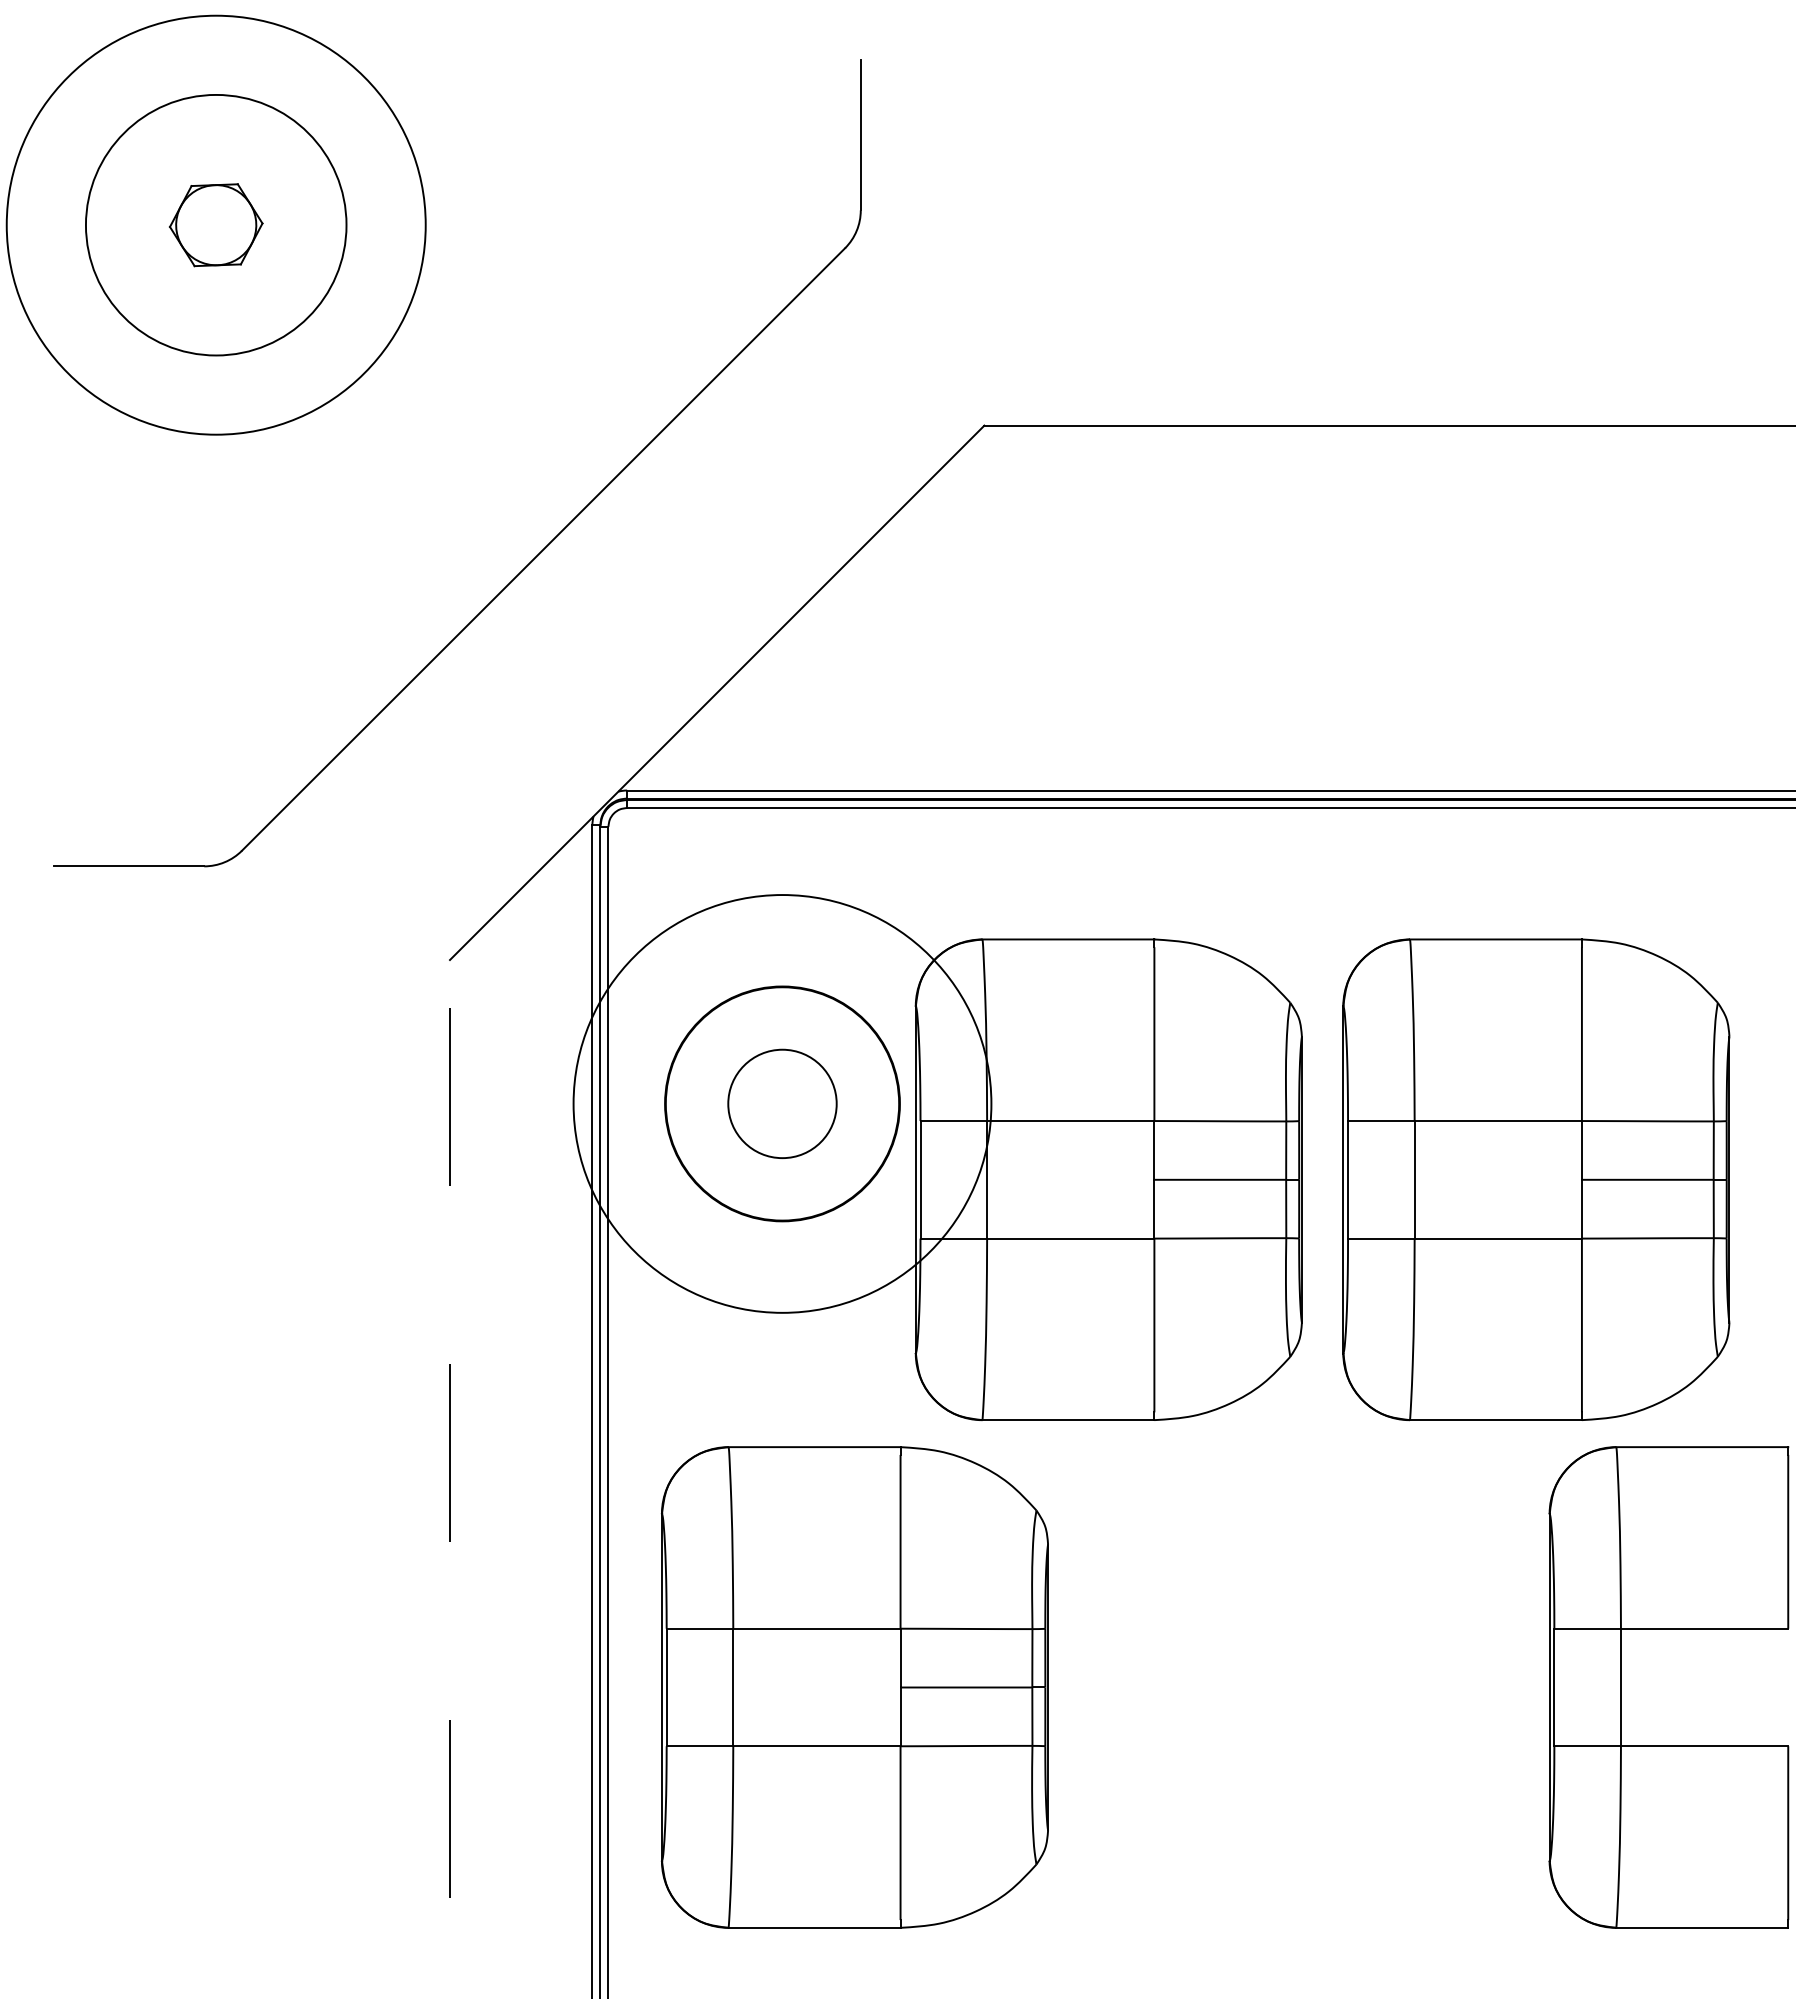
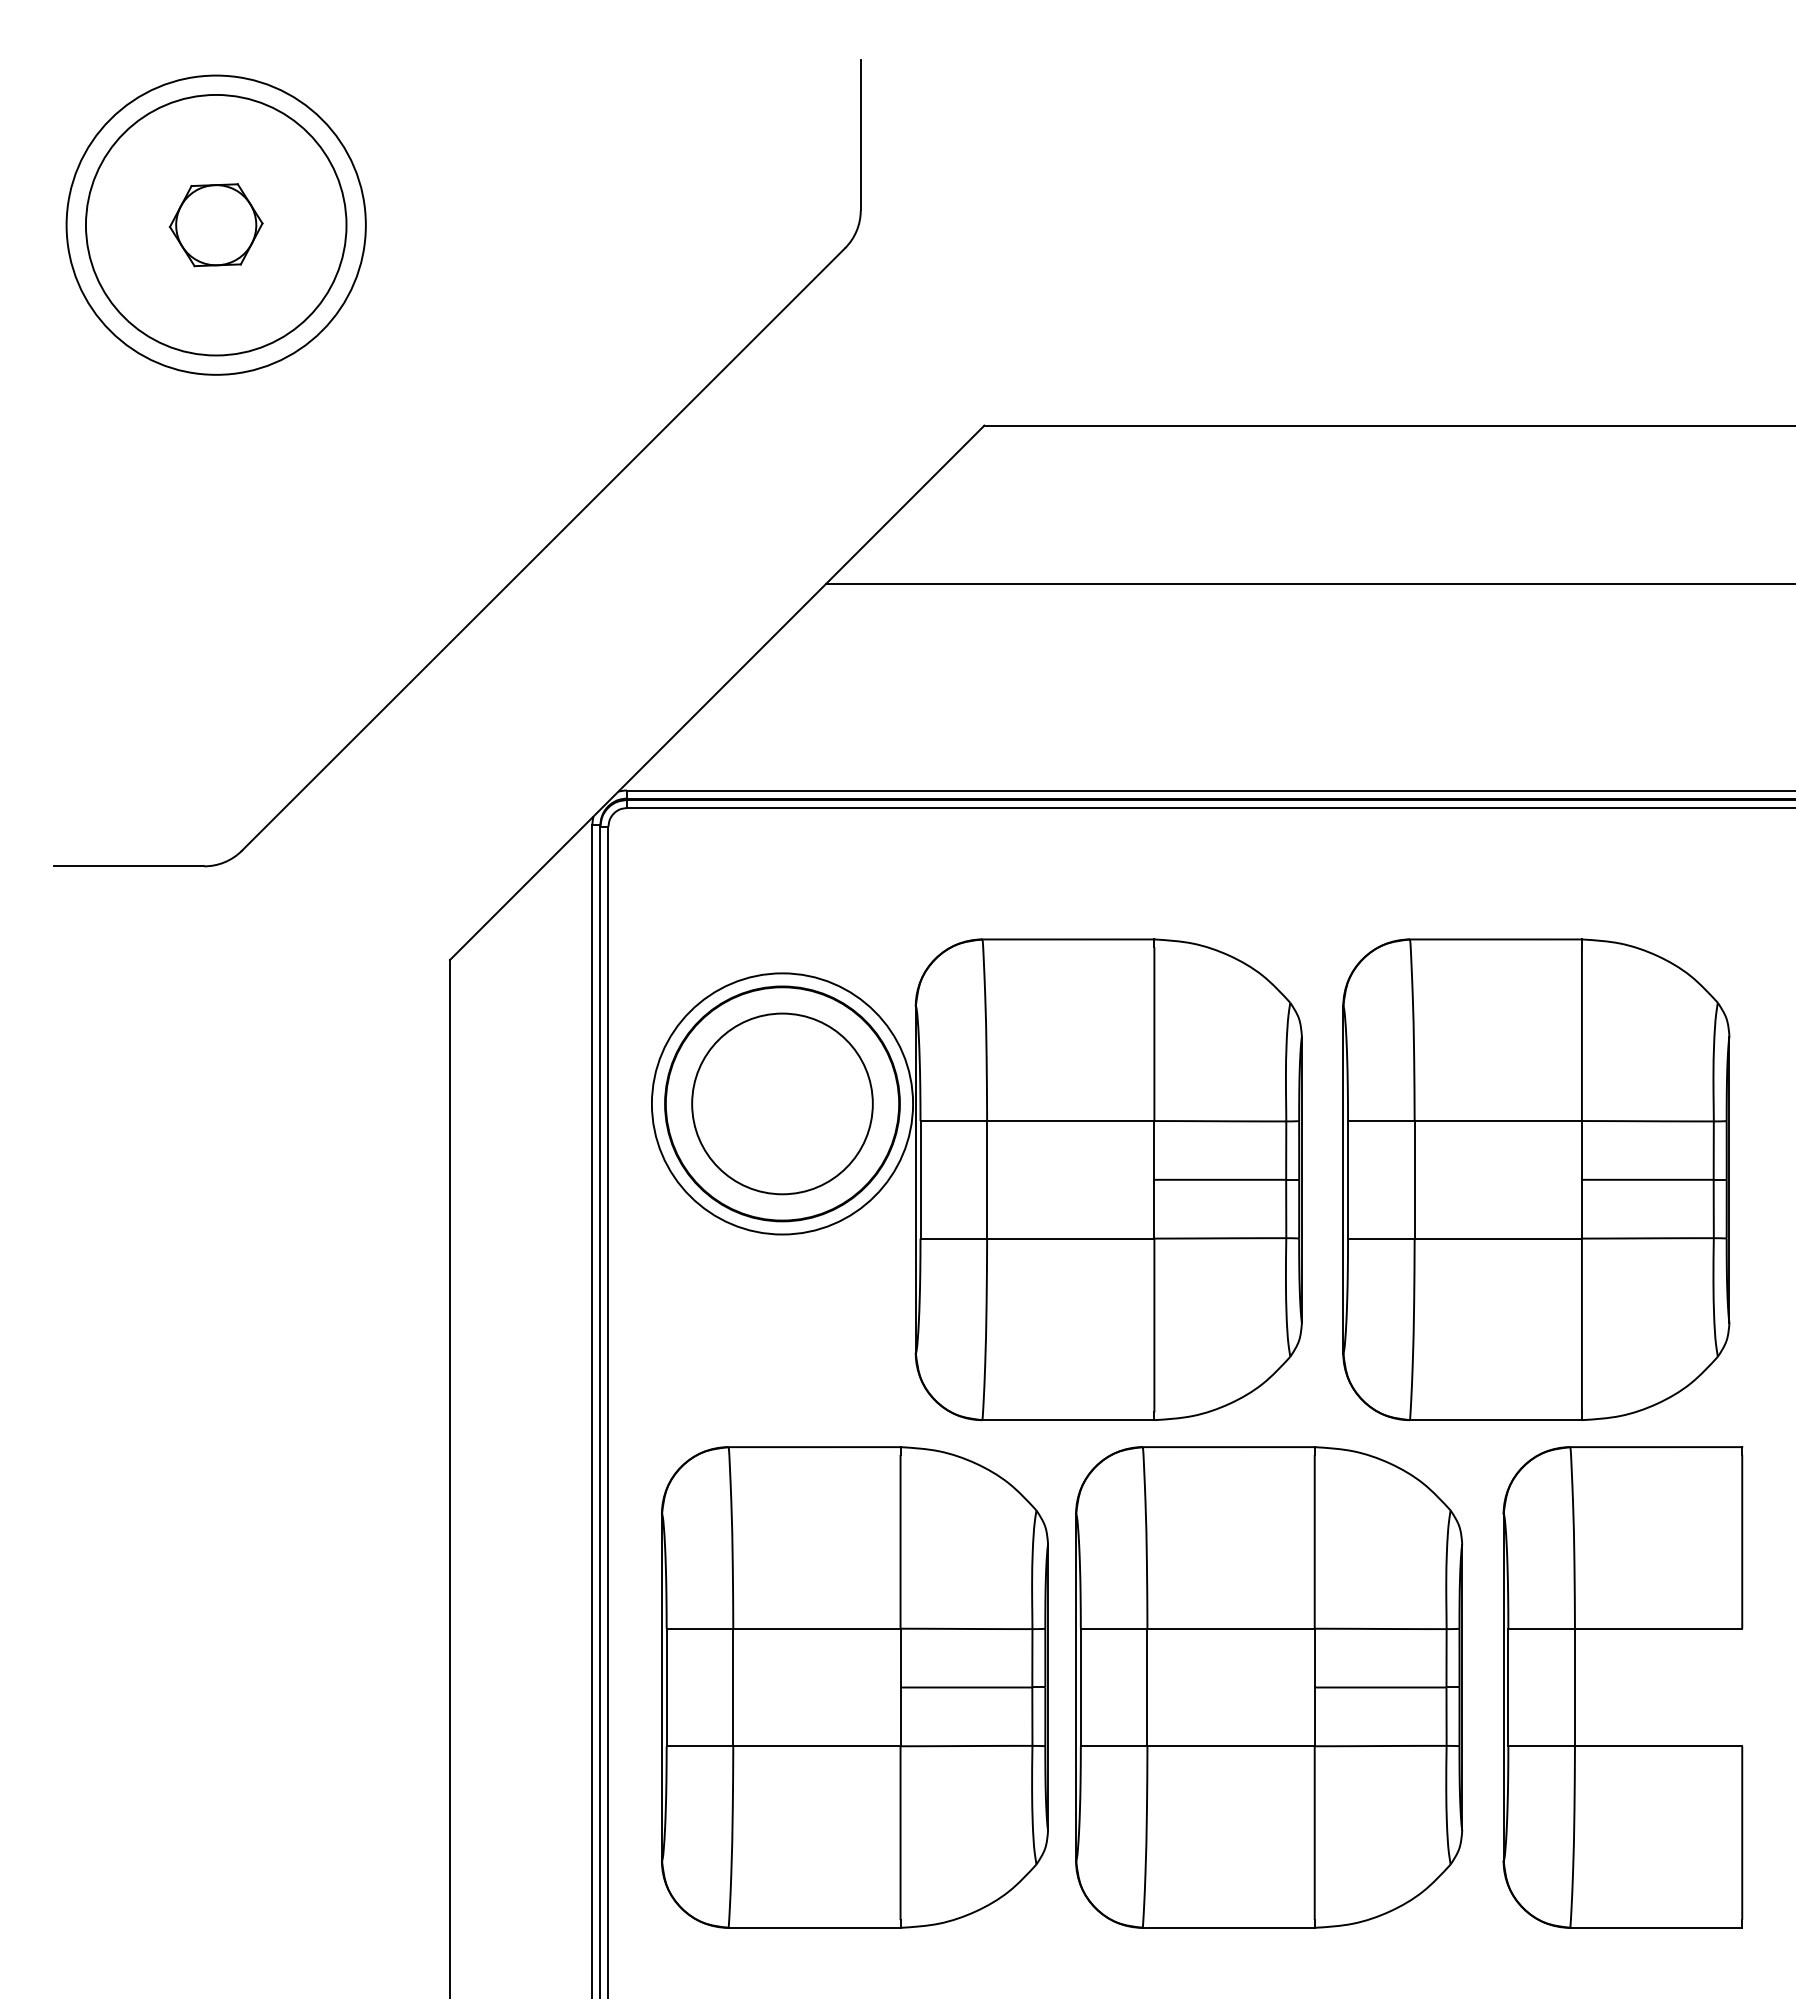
circle at (215, 224) diameter: 419 px -> 299 px
line at (1309, 583): none -> present
circle at (782, 1103) diameter: 108 px -> 181 px
circle at (782, 1103) diameter: 418 px -> 261 px
line at (449, 1478): dashed -> solid
part at (1269, 1687): none -> present
part at (1621, 1687) position: (1621, 1687) -> (1575, 1687)
